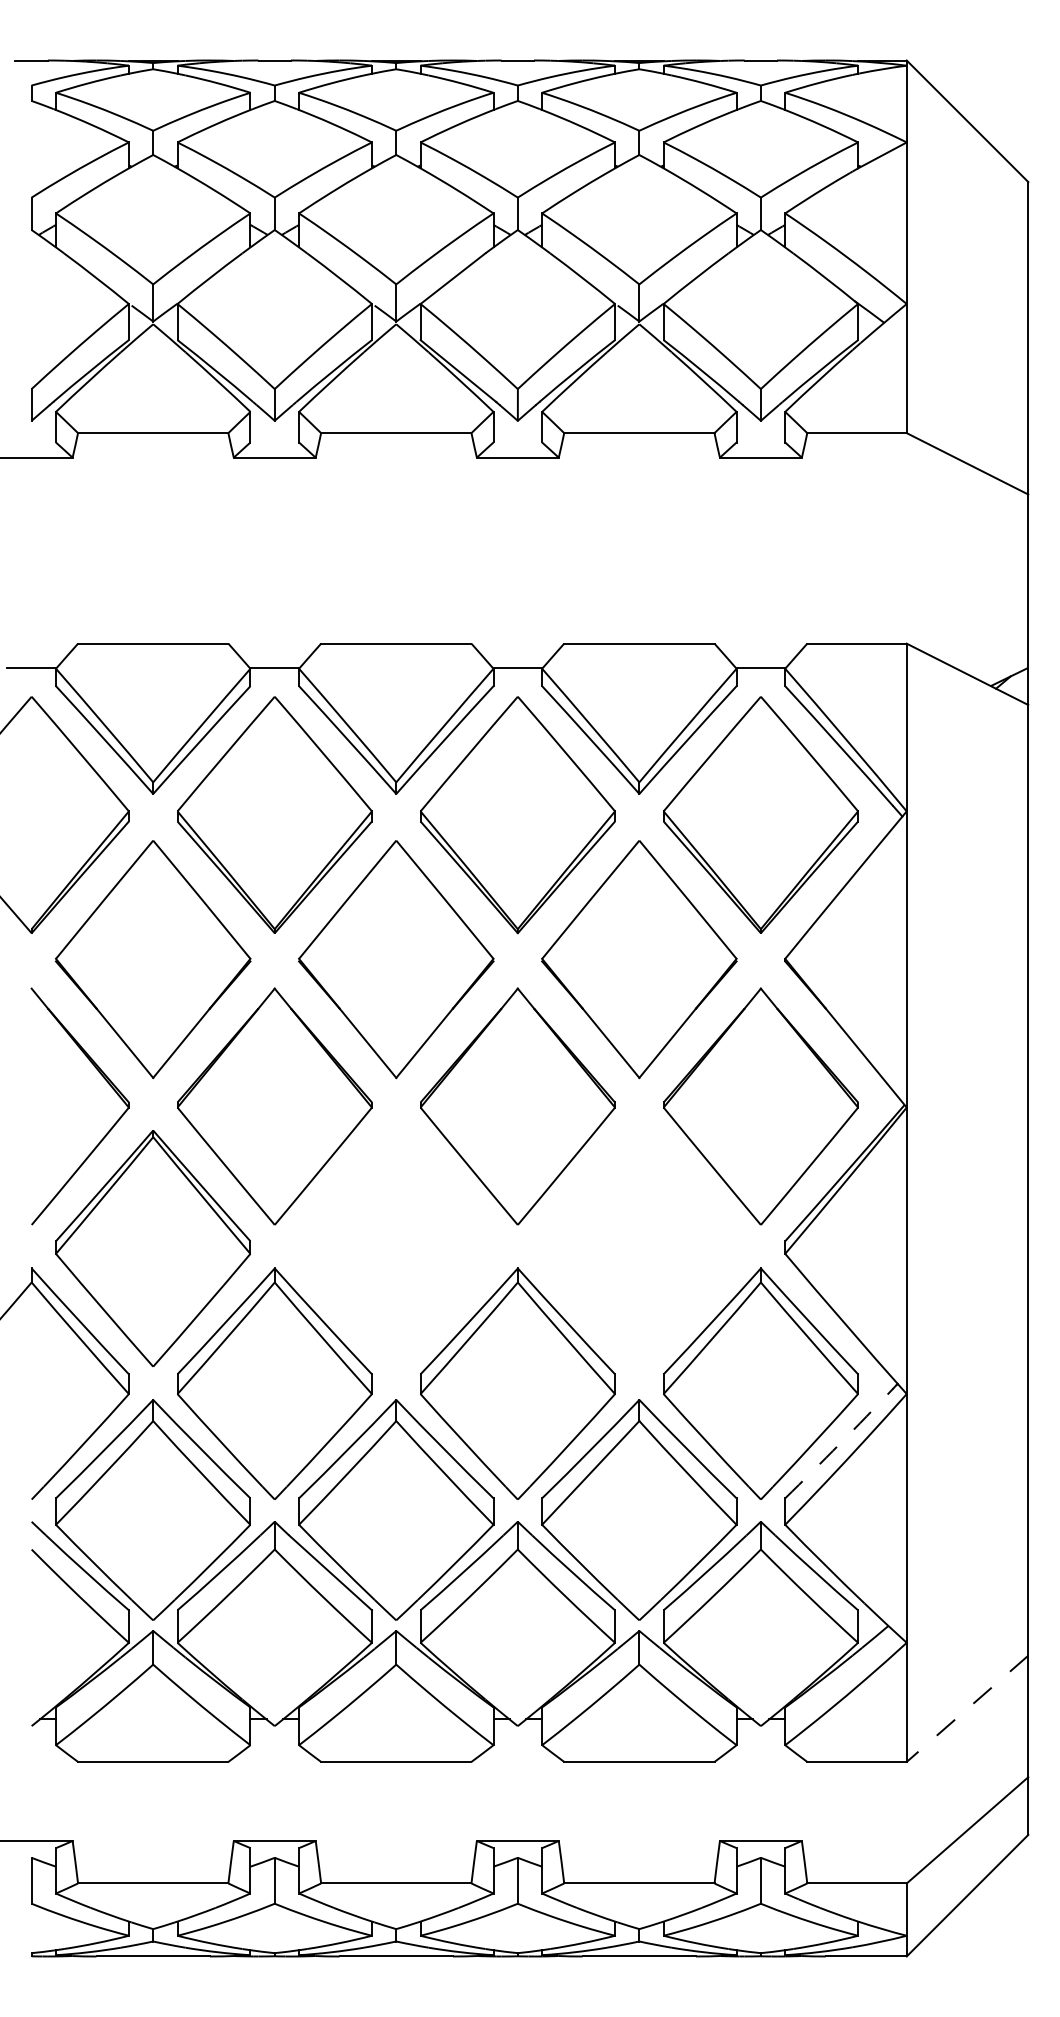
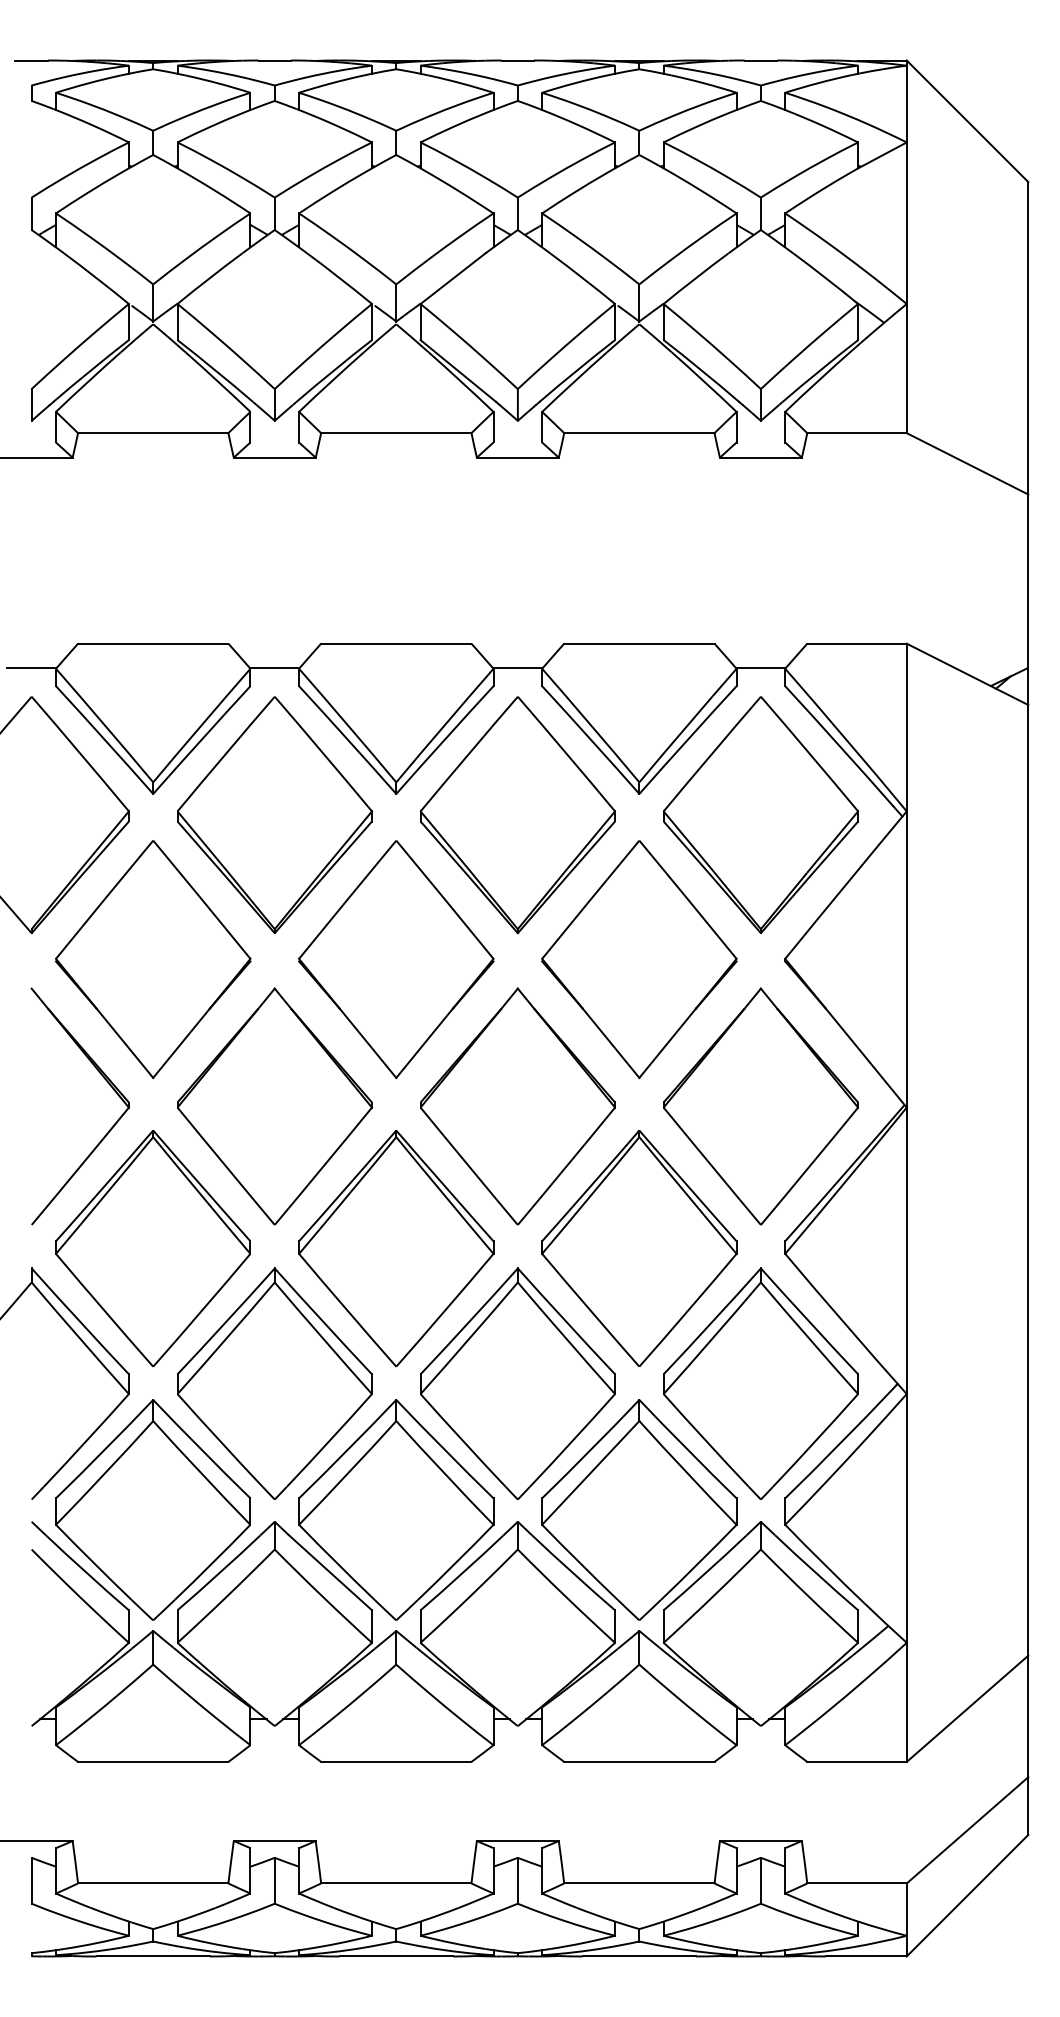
part at (396, 1248): none -> present
part at (639, 1248): none -> present
arc at (839, 1443): dashed -> solid
line at (967, 1708): dashed -> solid
